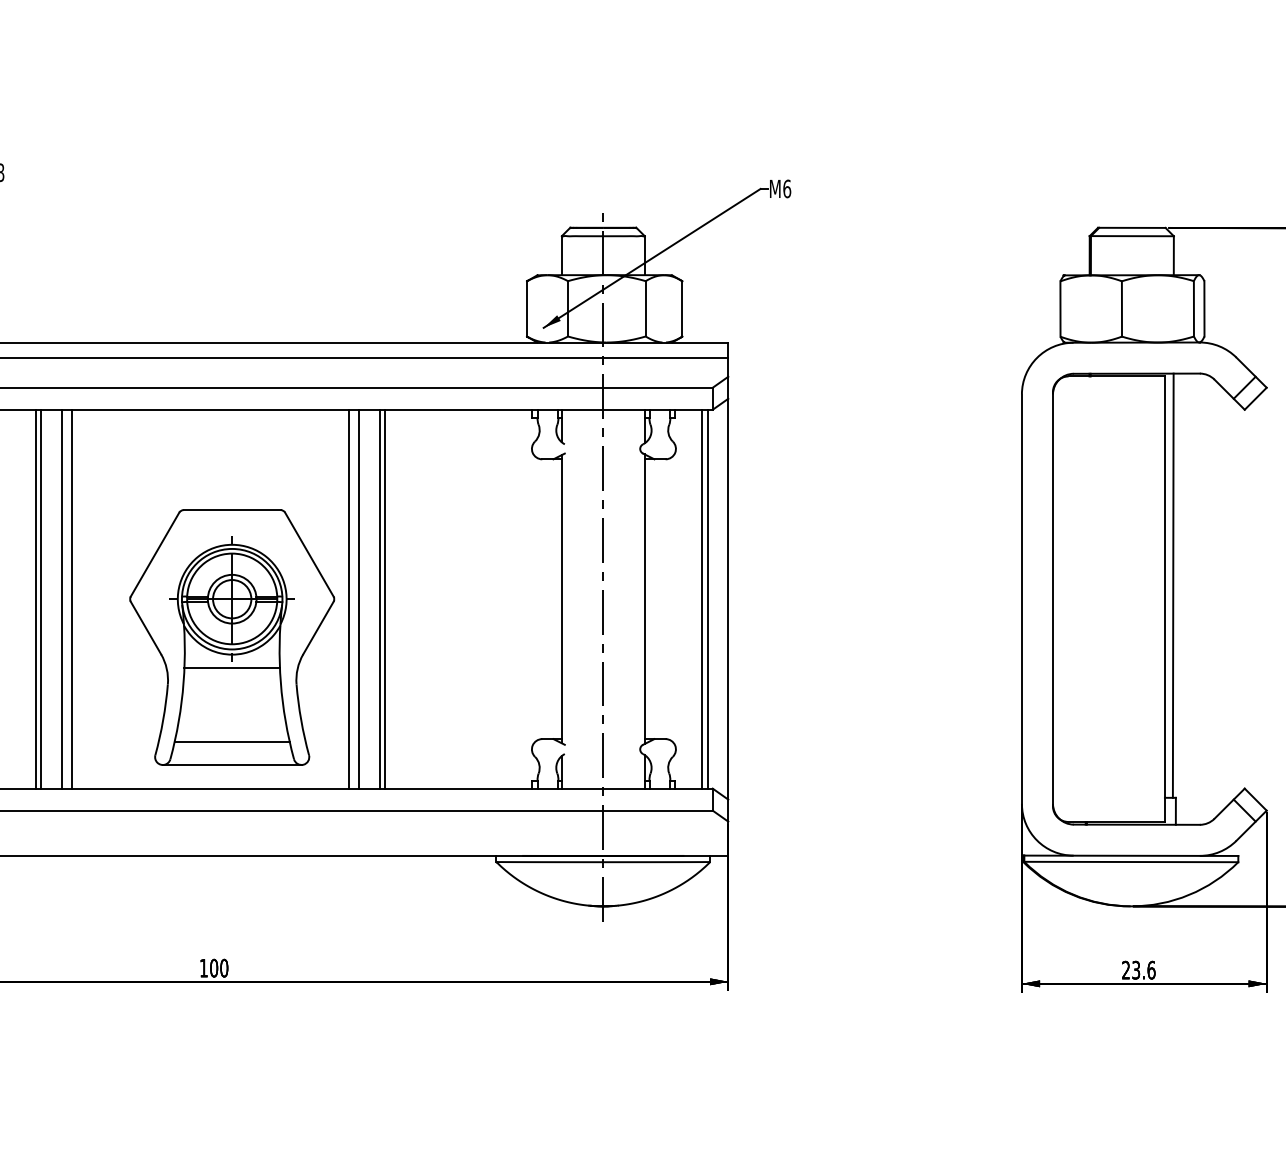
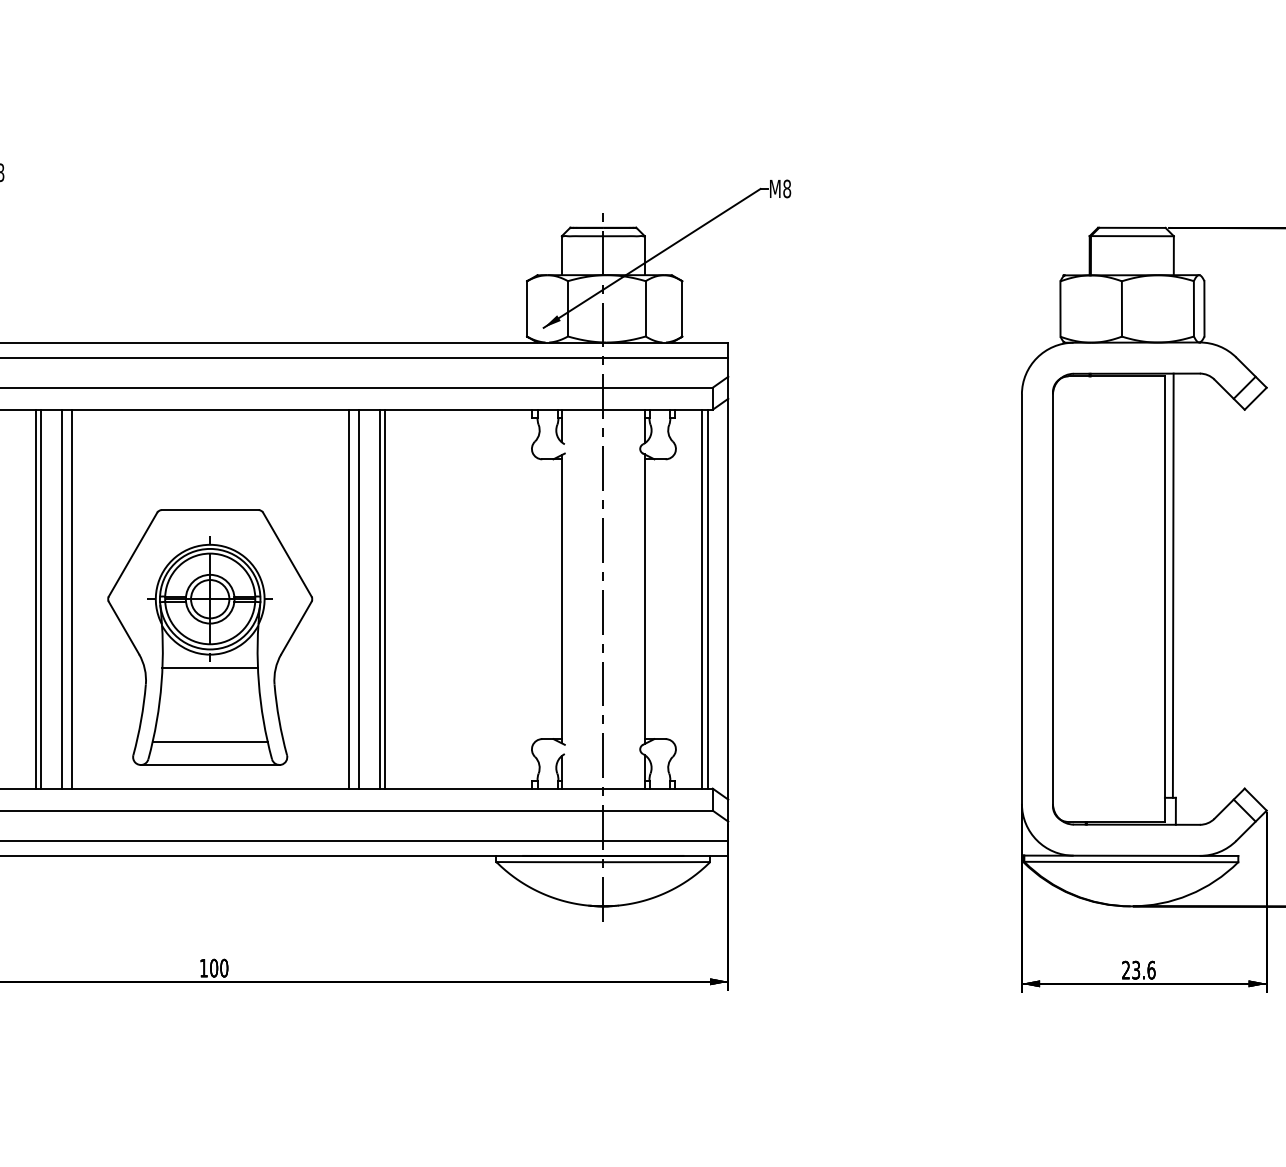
text at (787, 188): M6 -> M8
part at (232, 637) position: (232, 637) -> (210, 637)
line at (365, 840): none -> present
